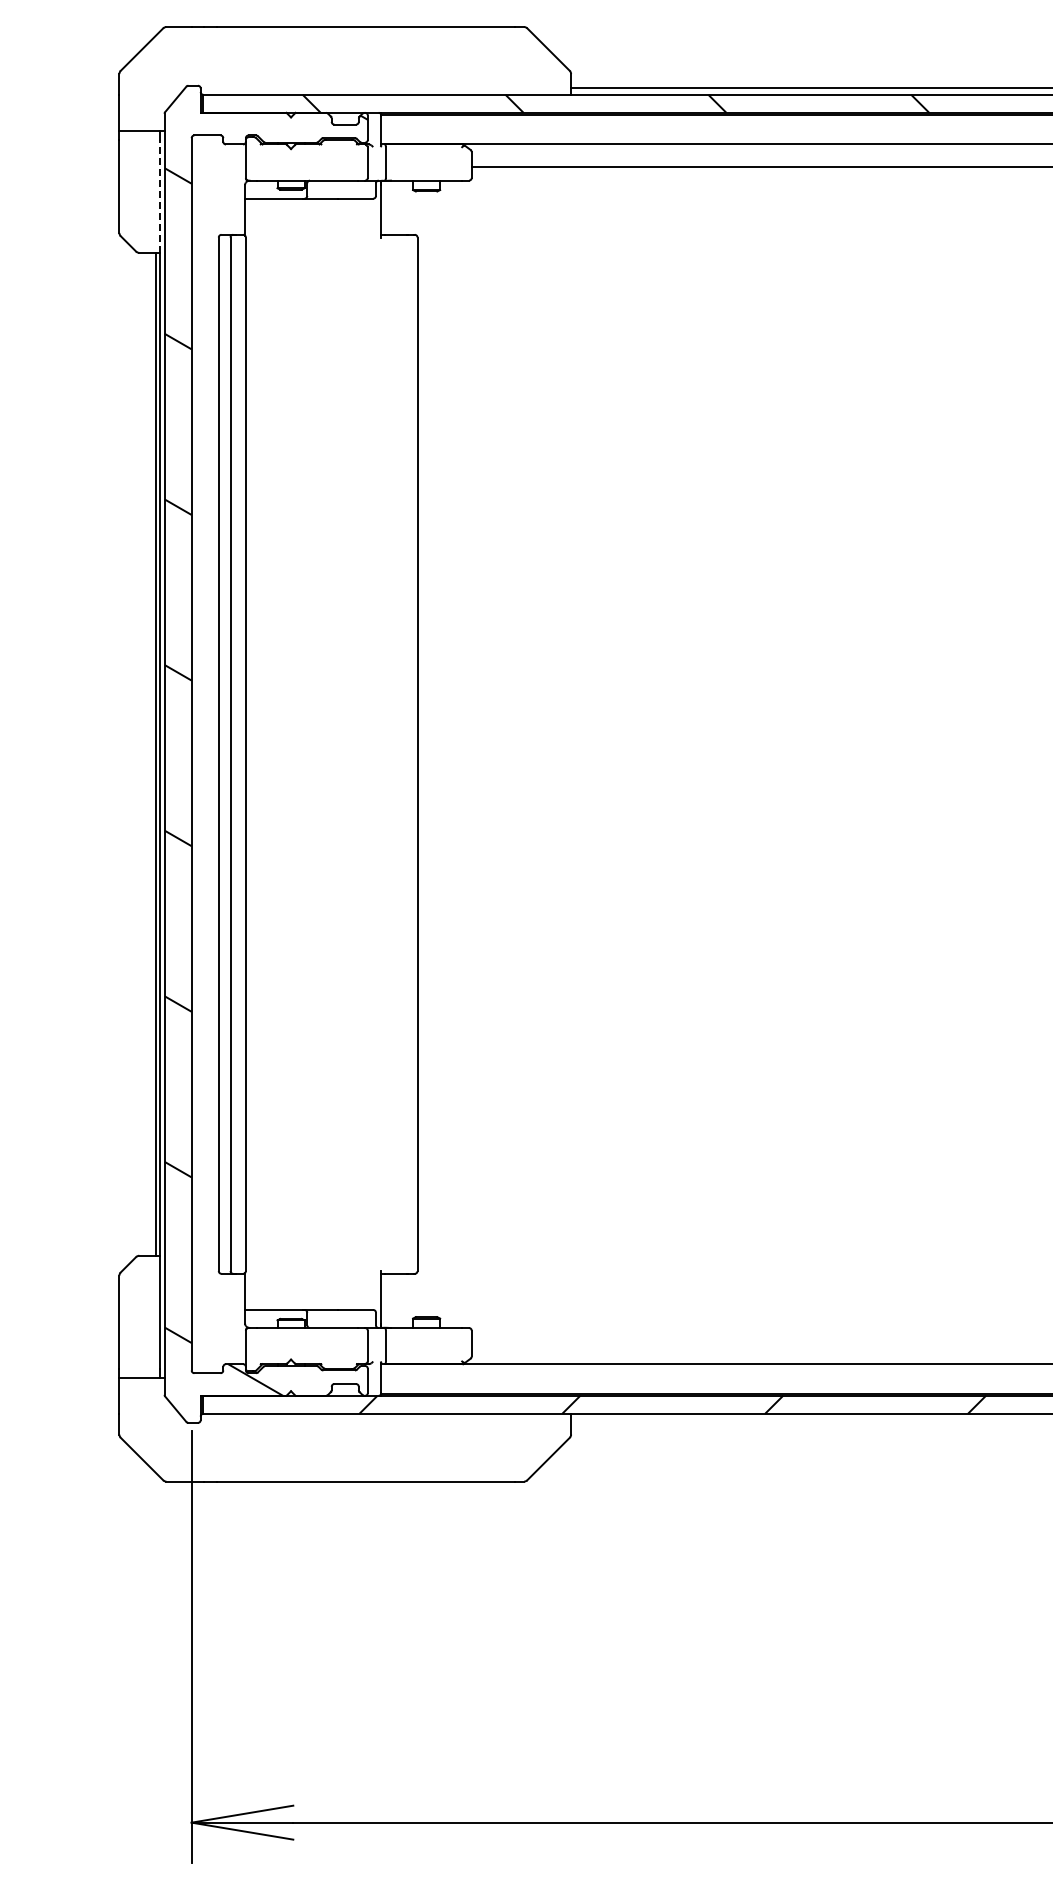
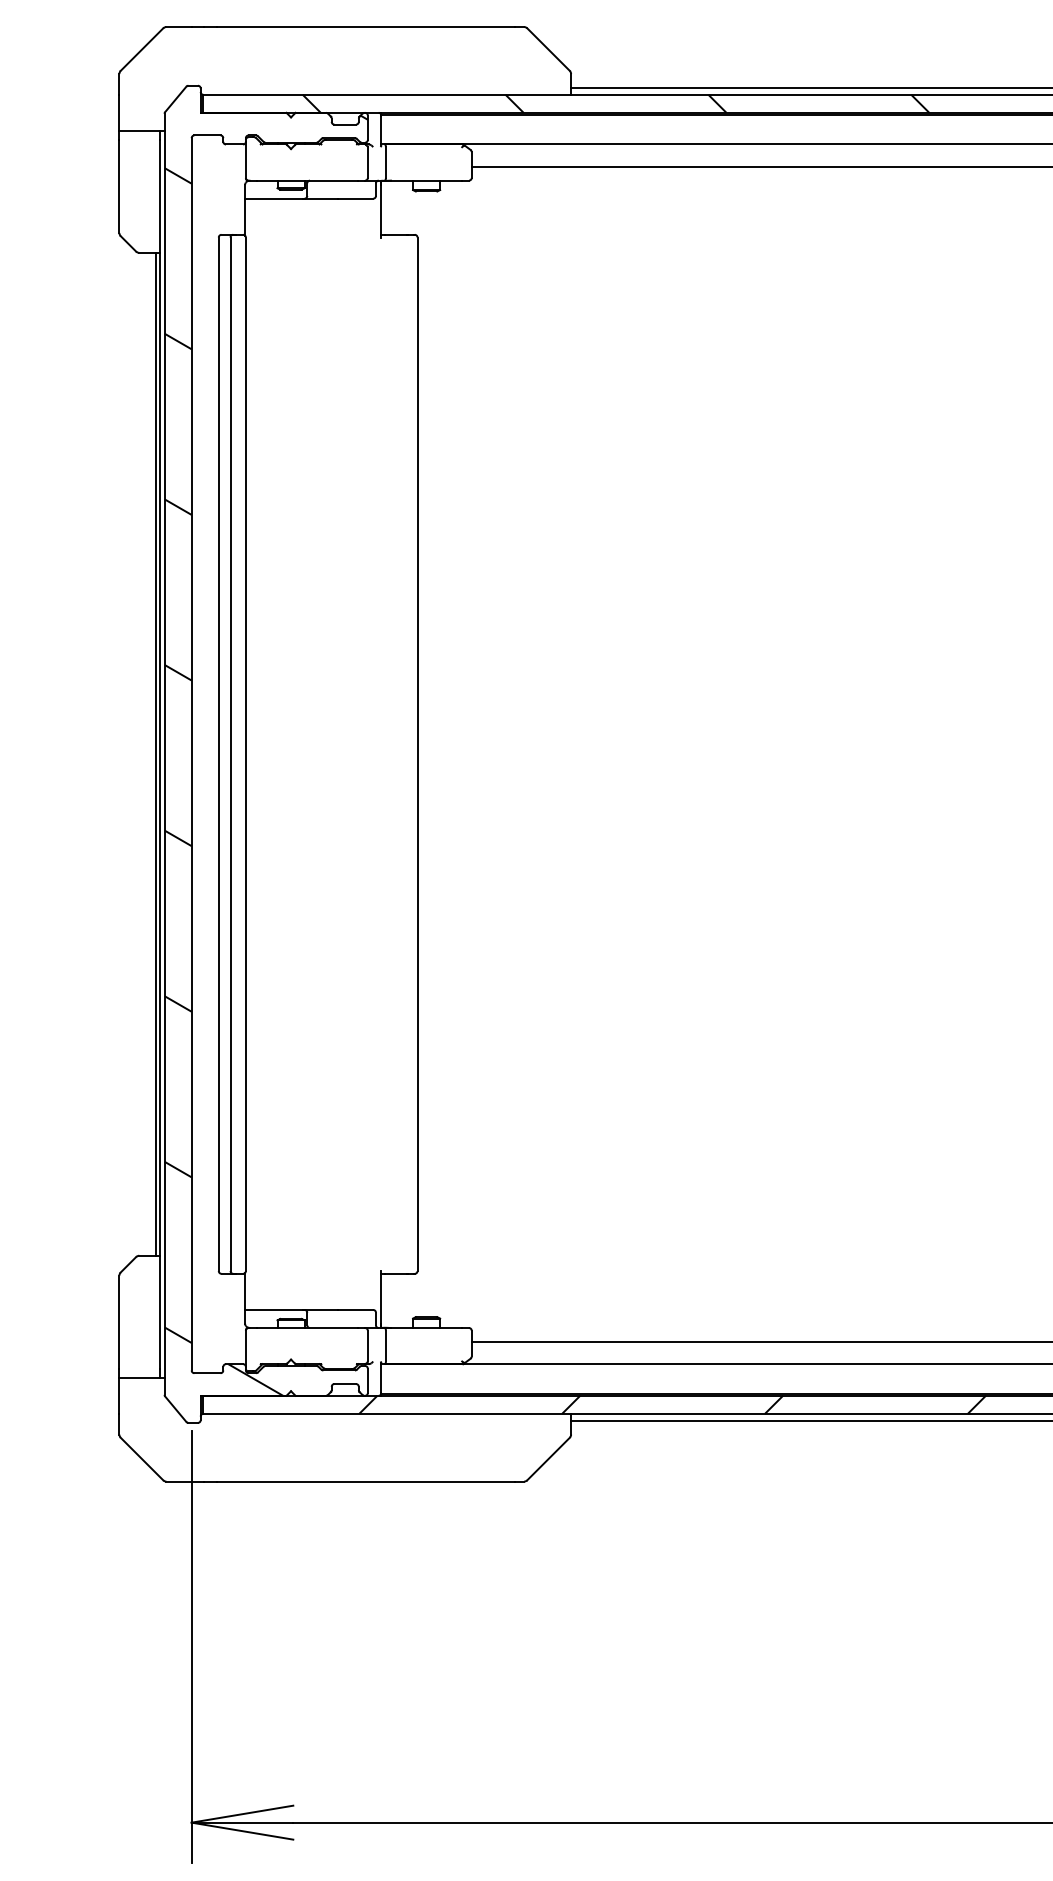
line at (160, 195): dashed -> solid
line at (760, 1341): none -> present
line at (810, 1421): none -> present
